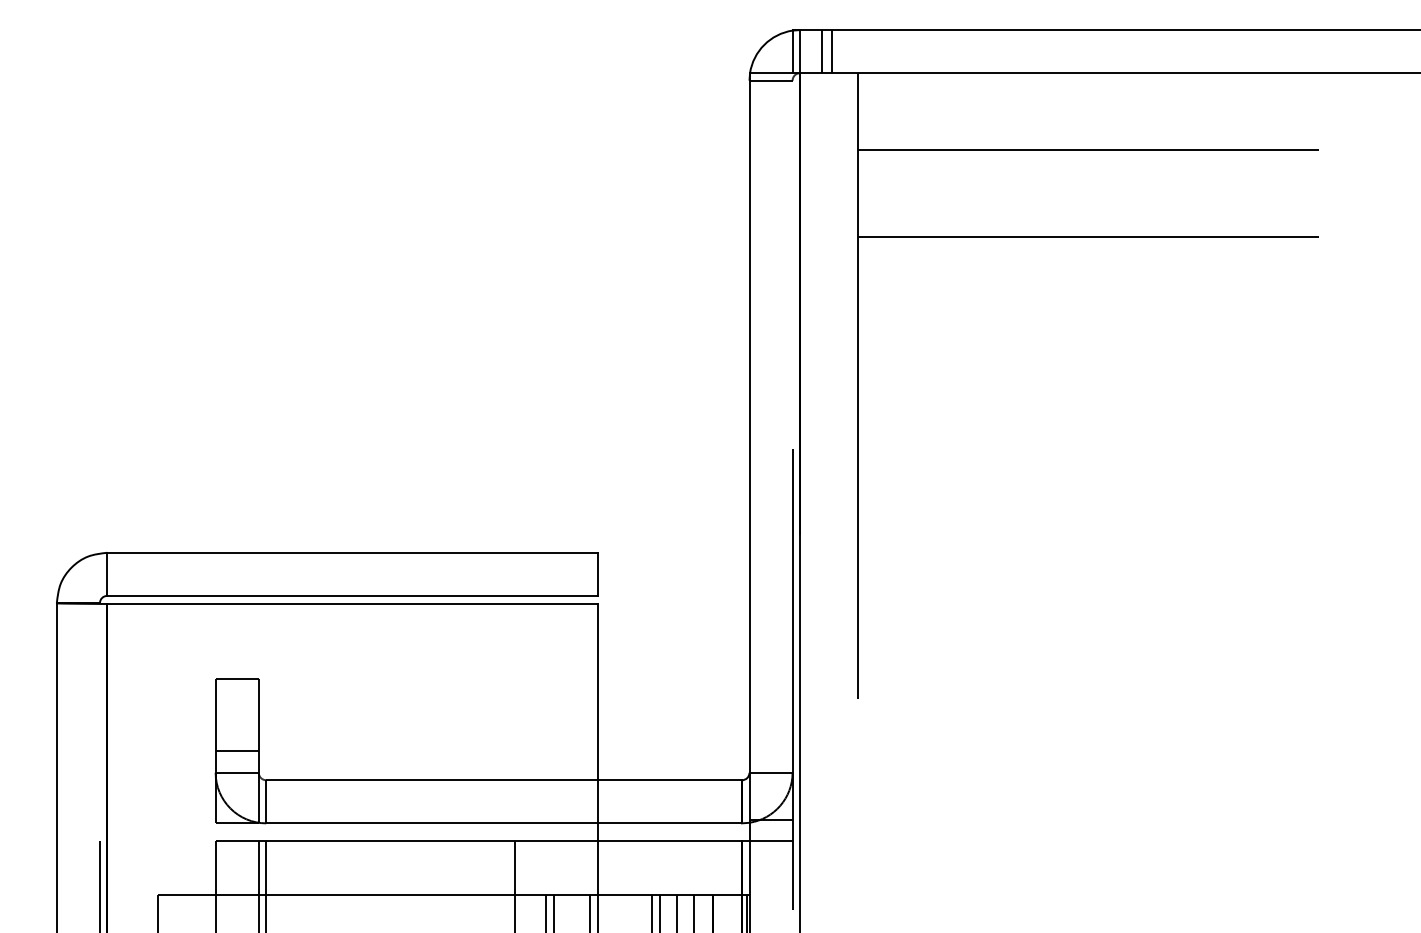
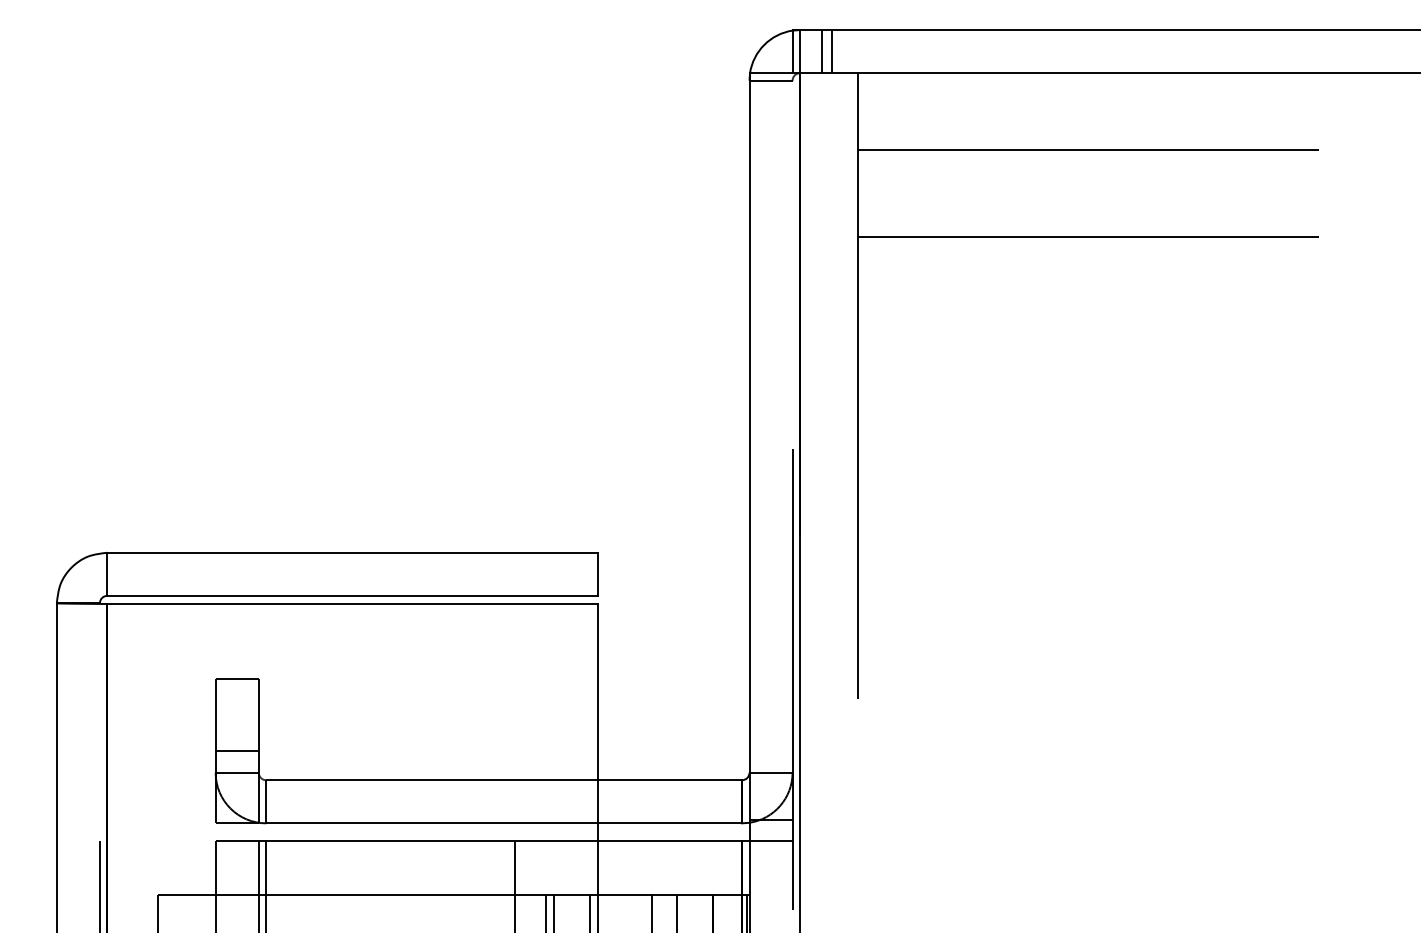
line at (659, 912): present -> none
line at (693, 912): present -> none
